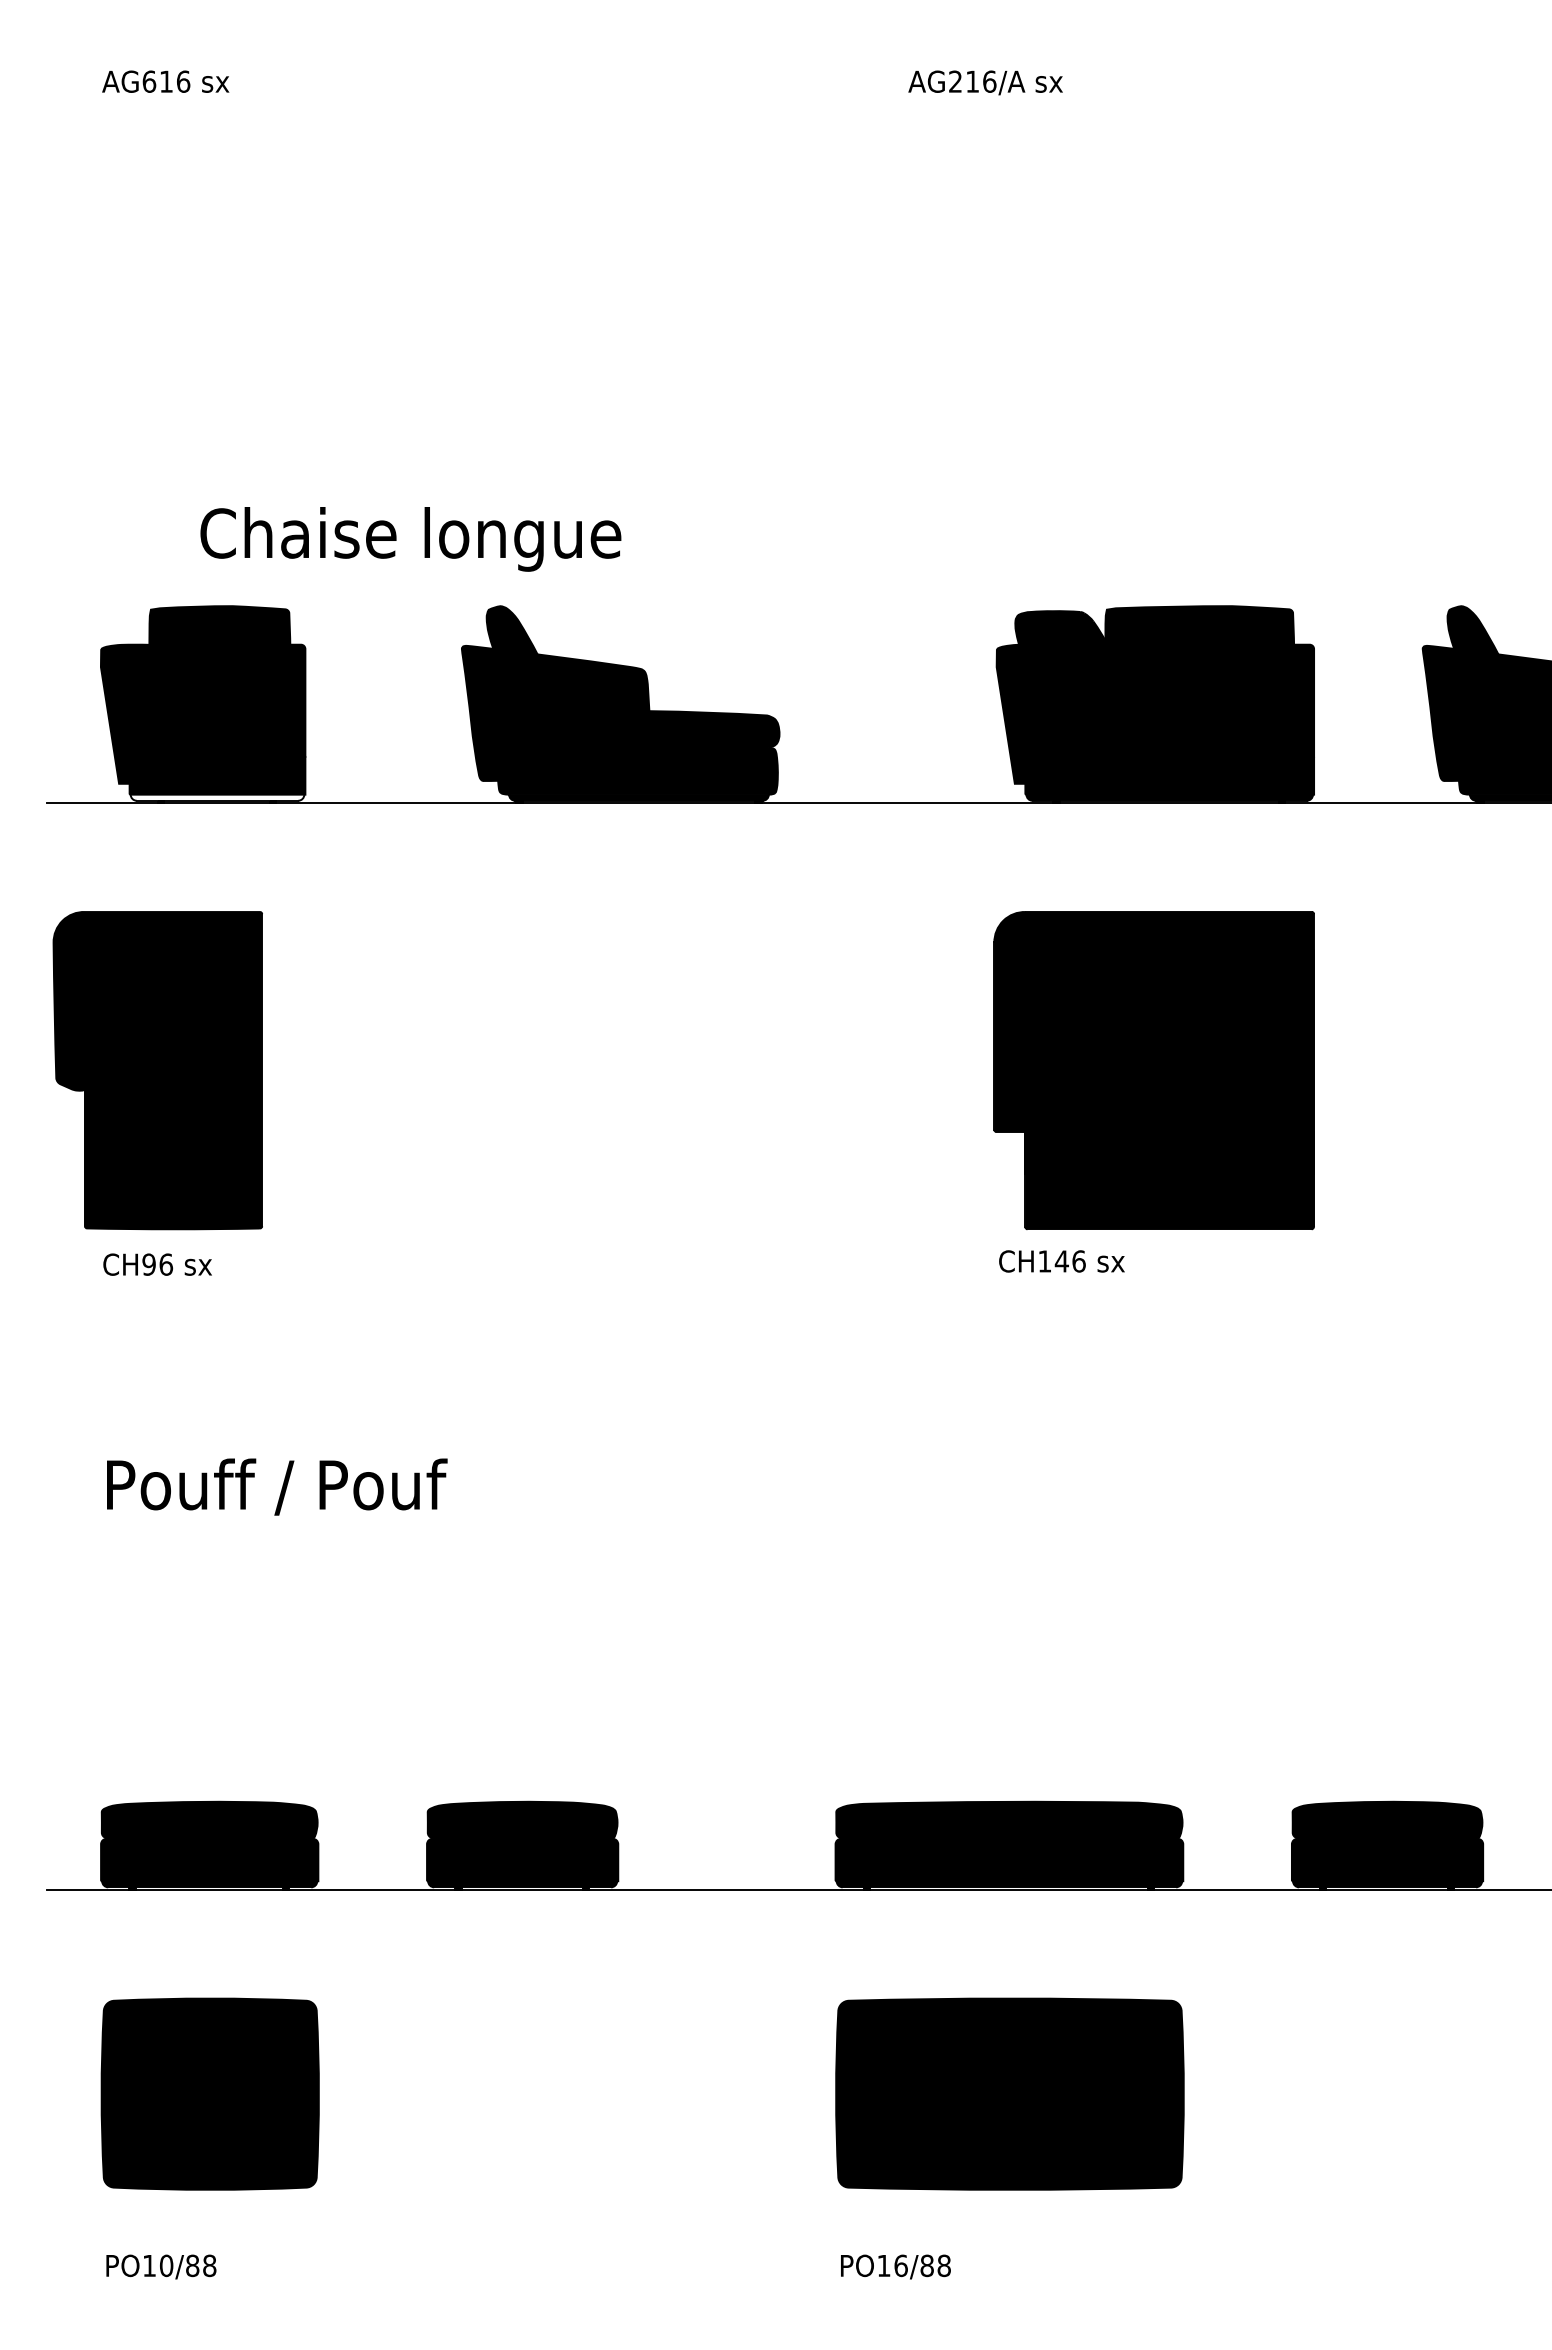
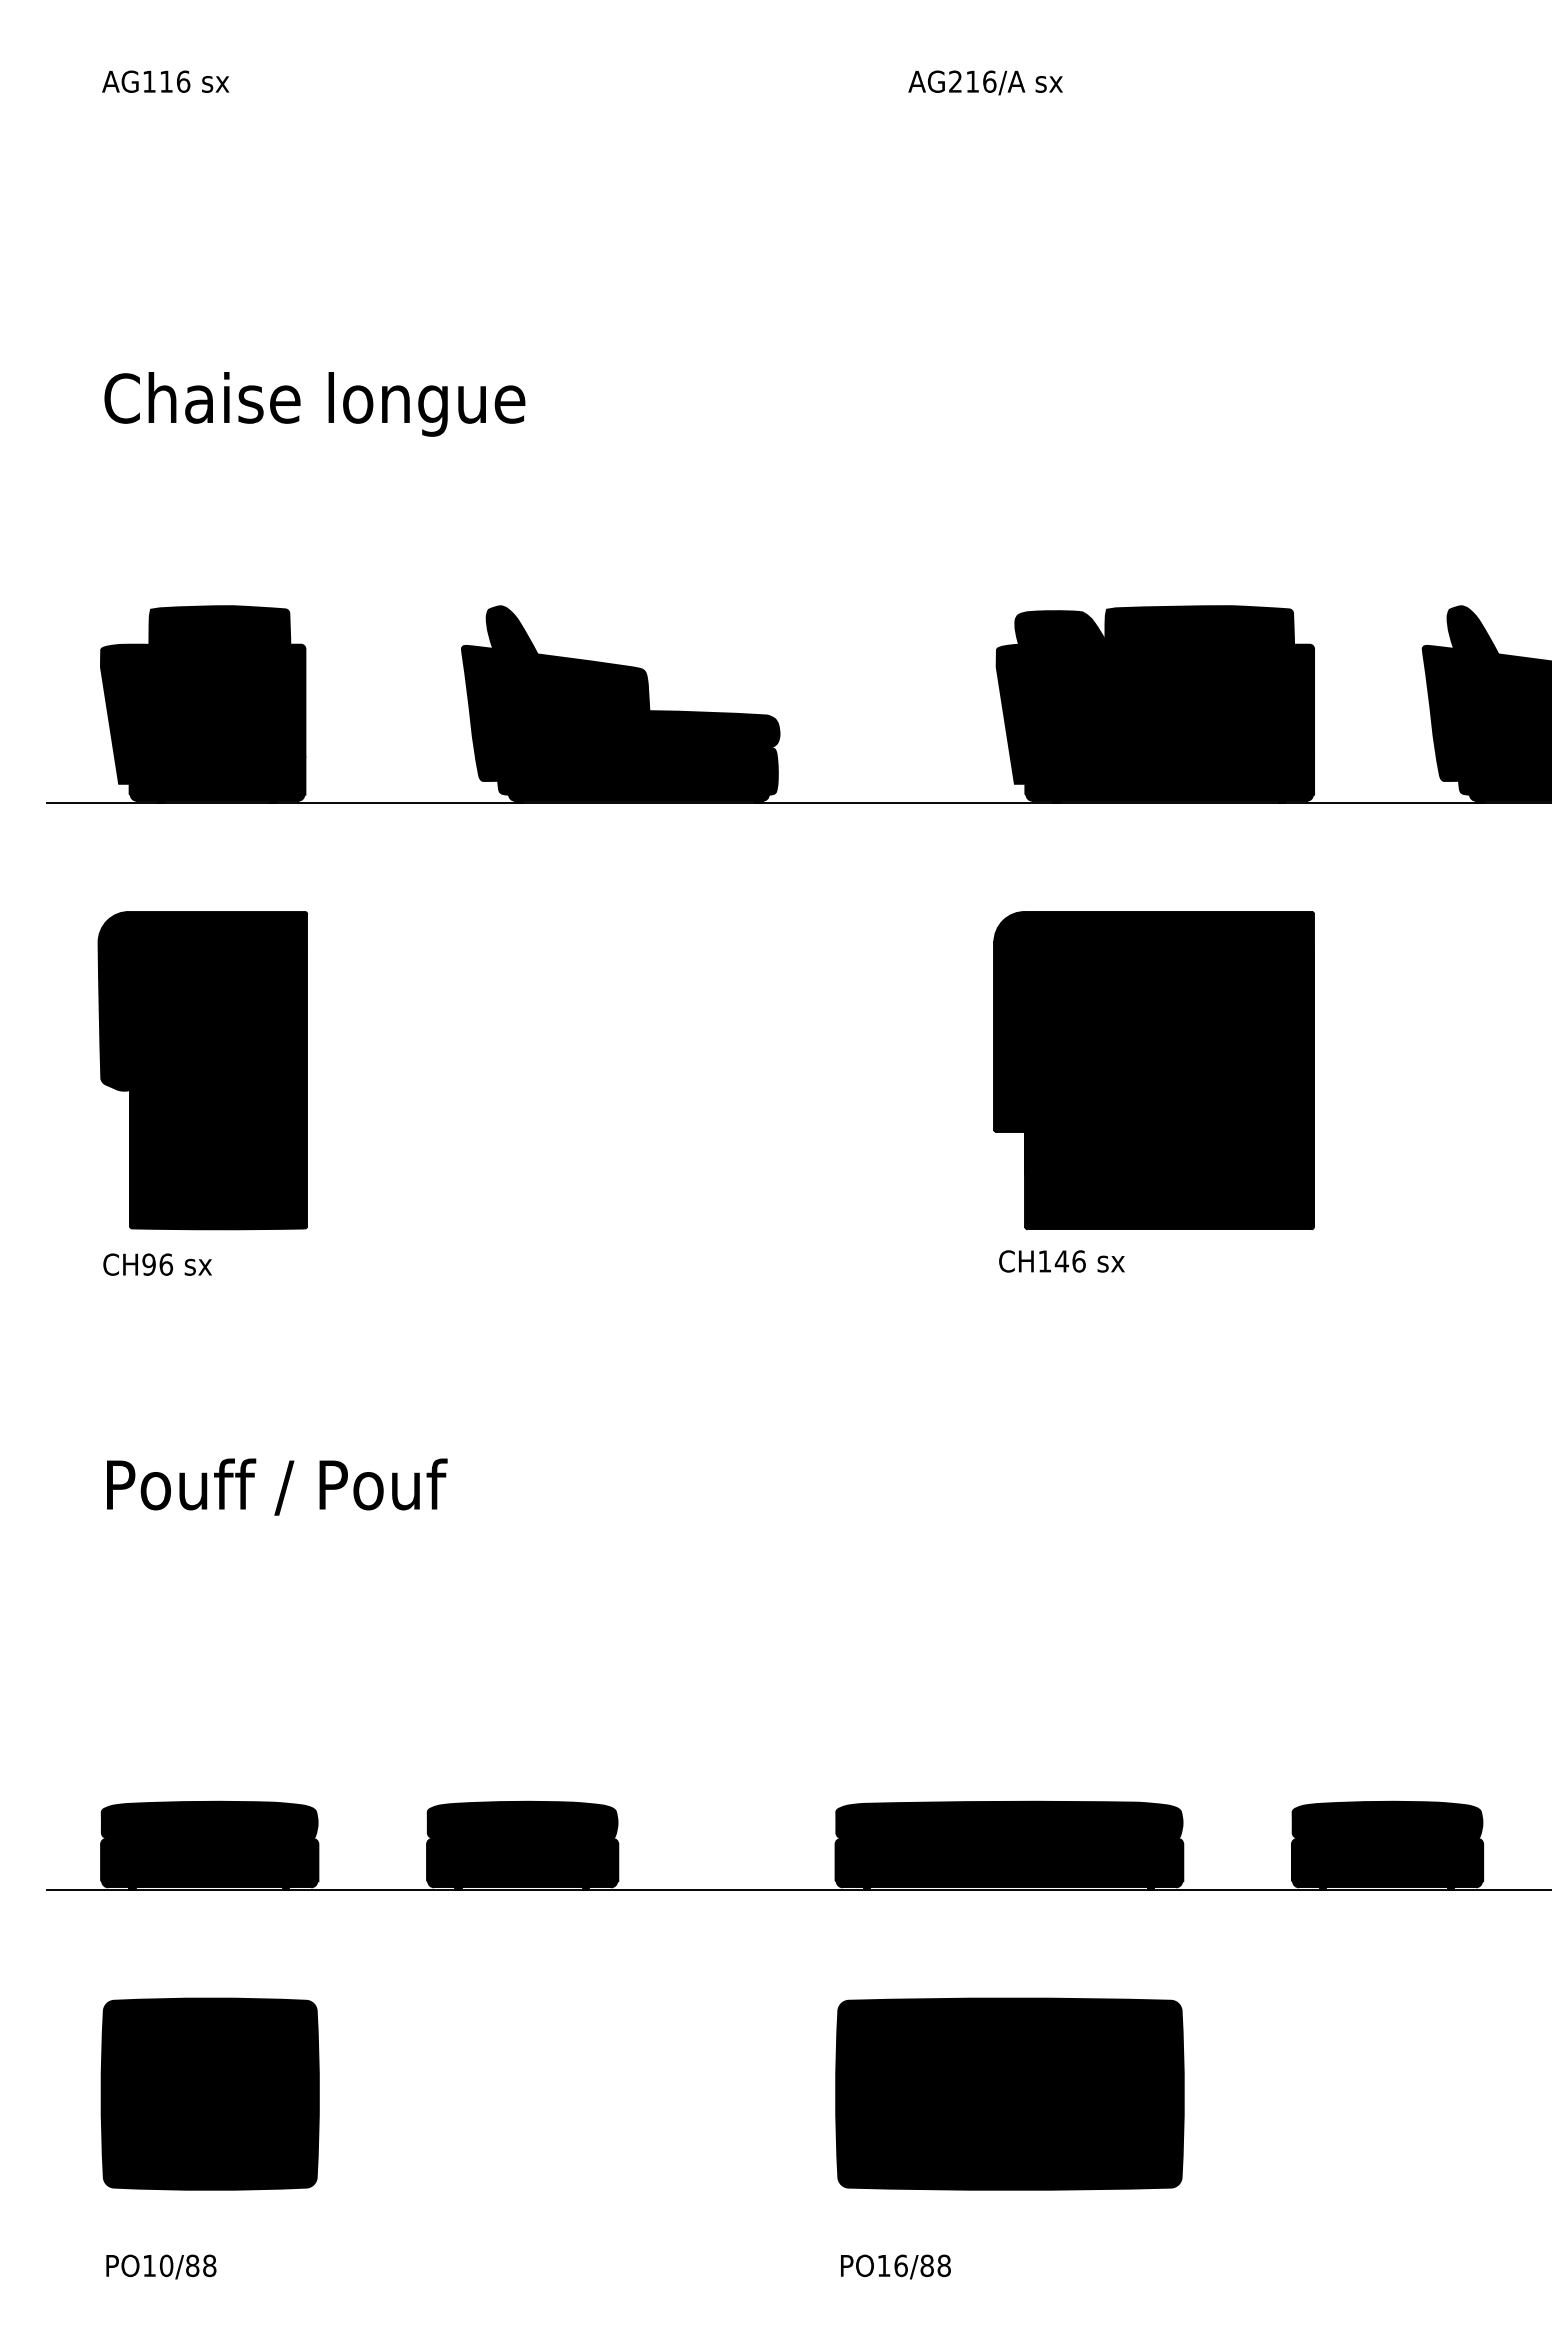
text at (149, 81): AG616 -> AG116
text at (410, 539) position: (410, 539) -> (314, 404)
fill at (217, 798): none -> present
part at (157, 1070) position: (157, 1070) -> (202, 1070)
